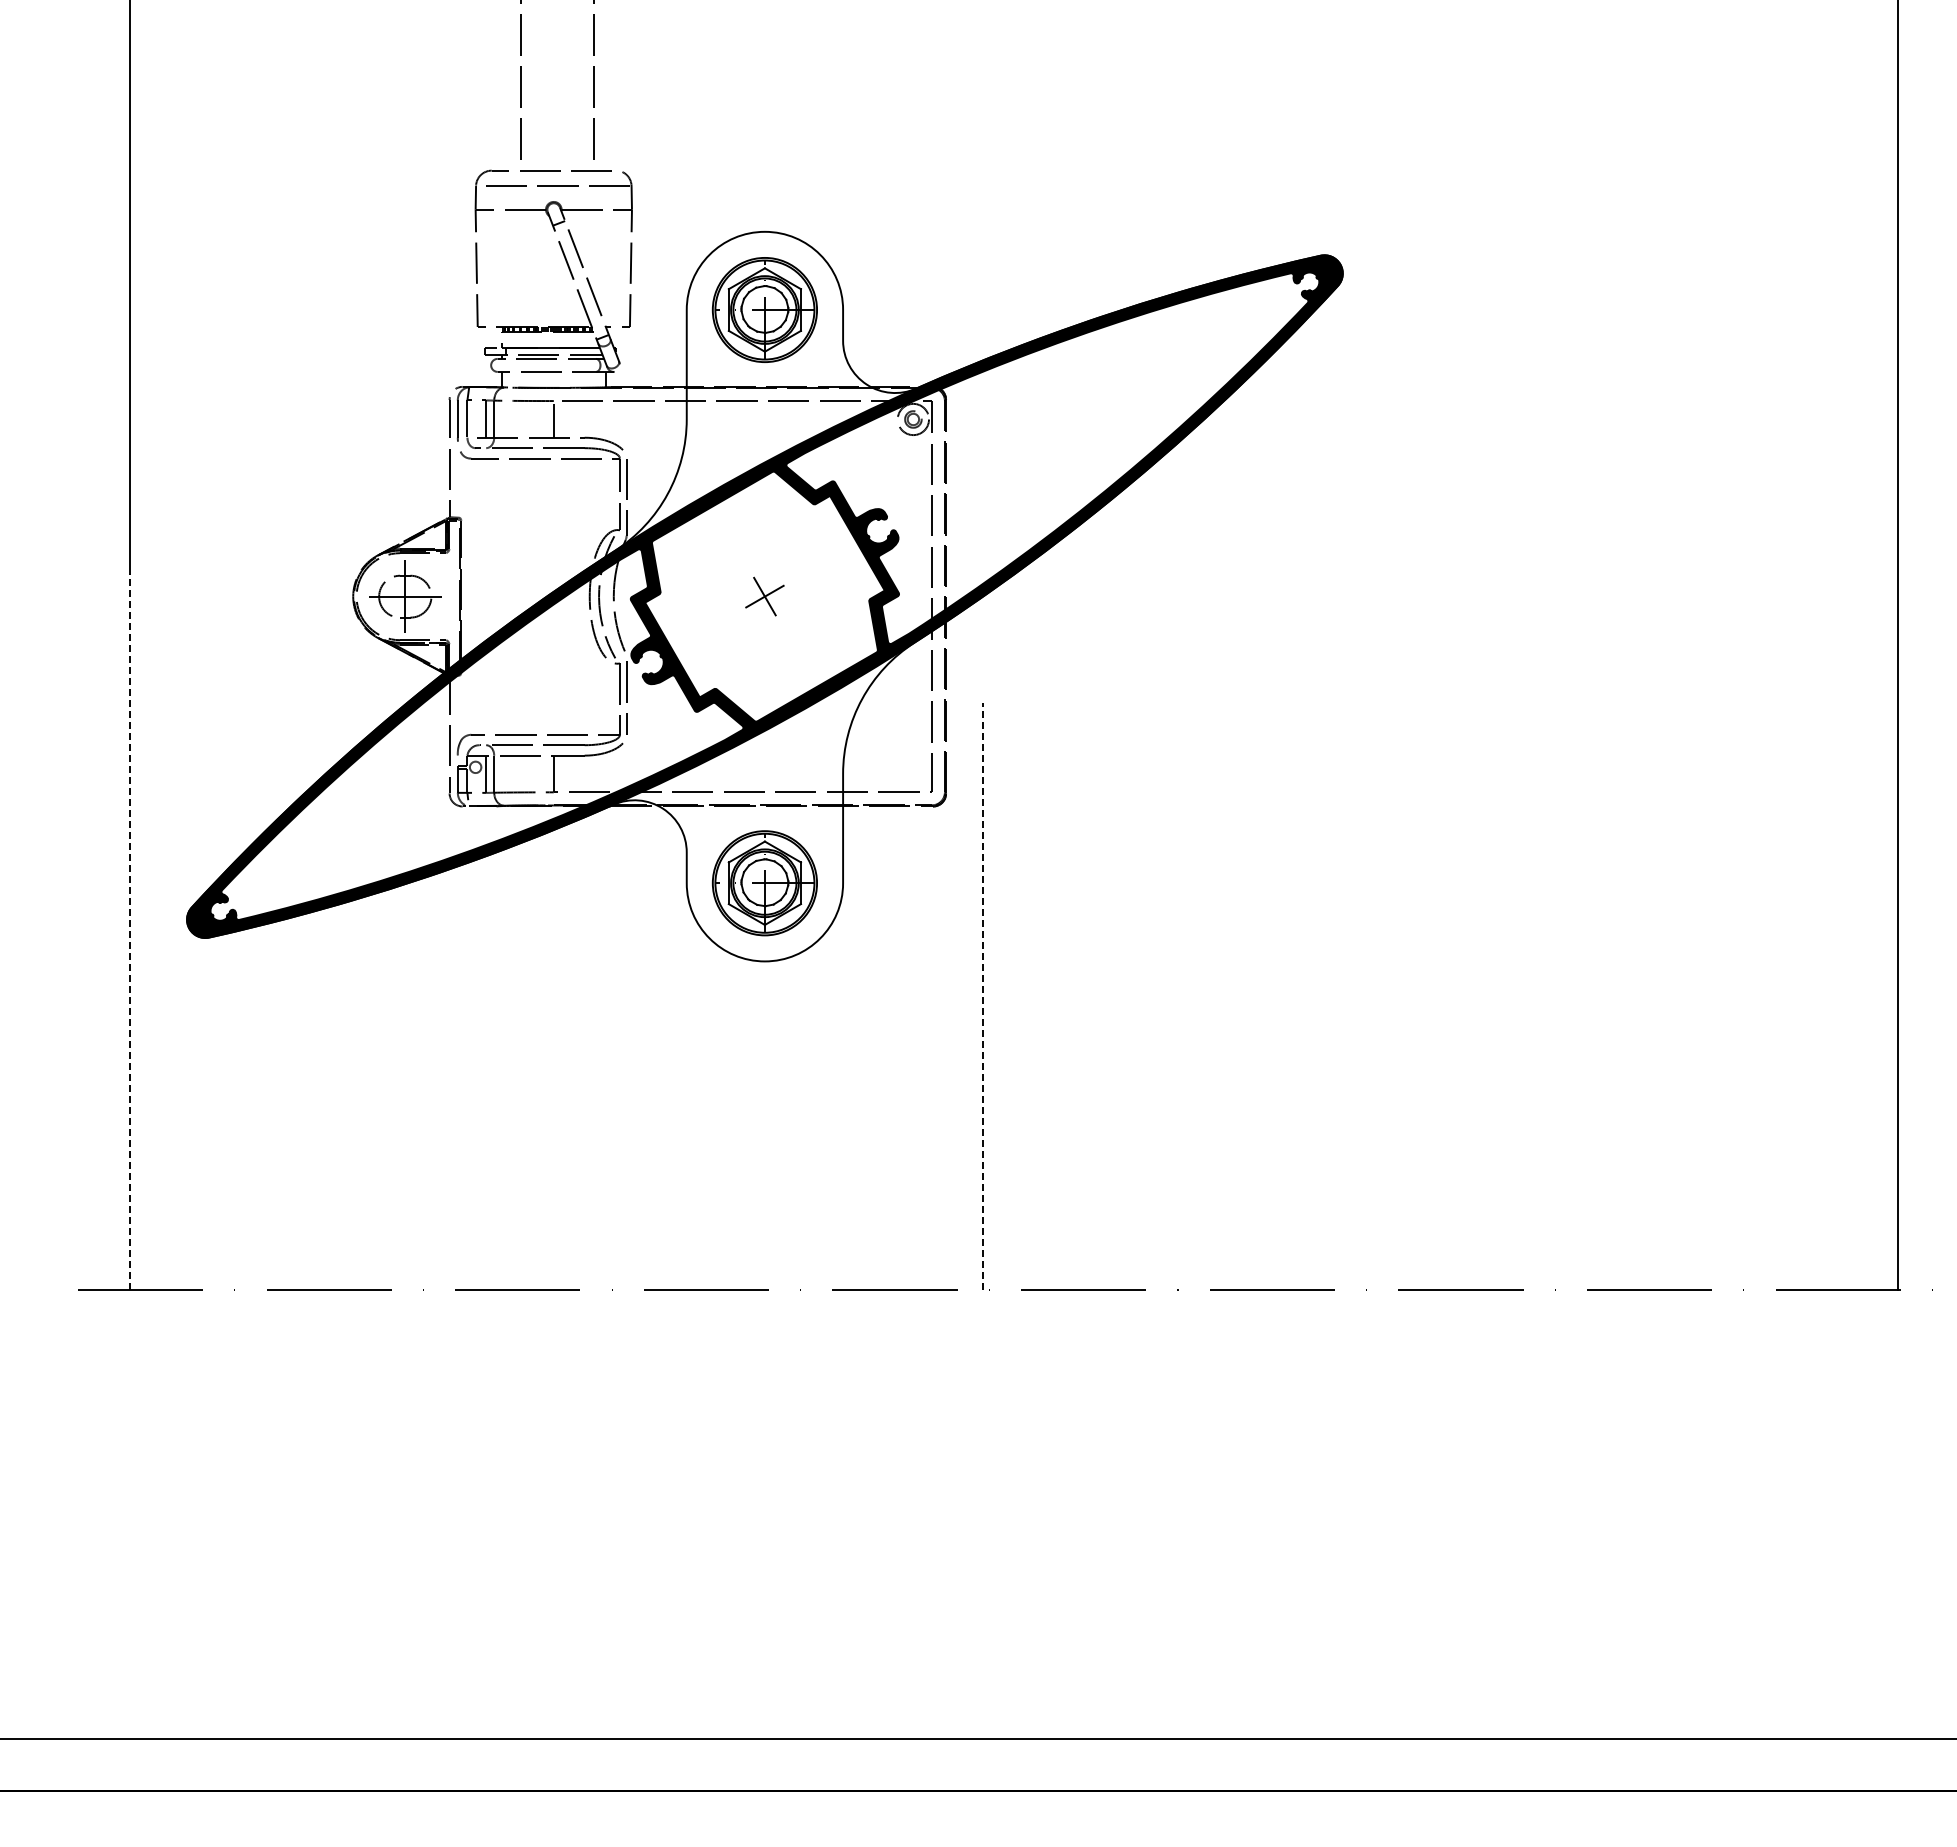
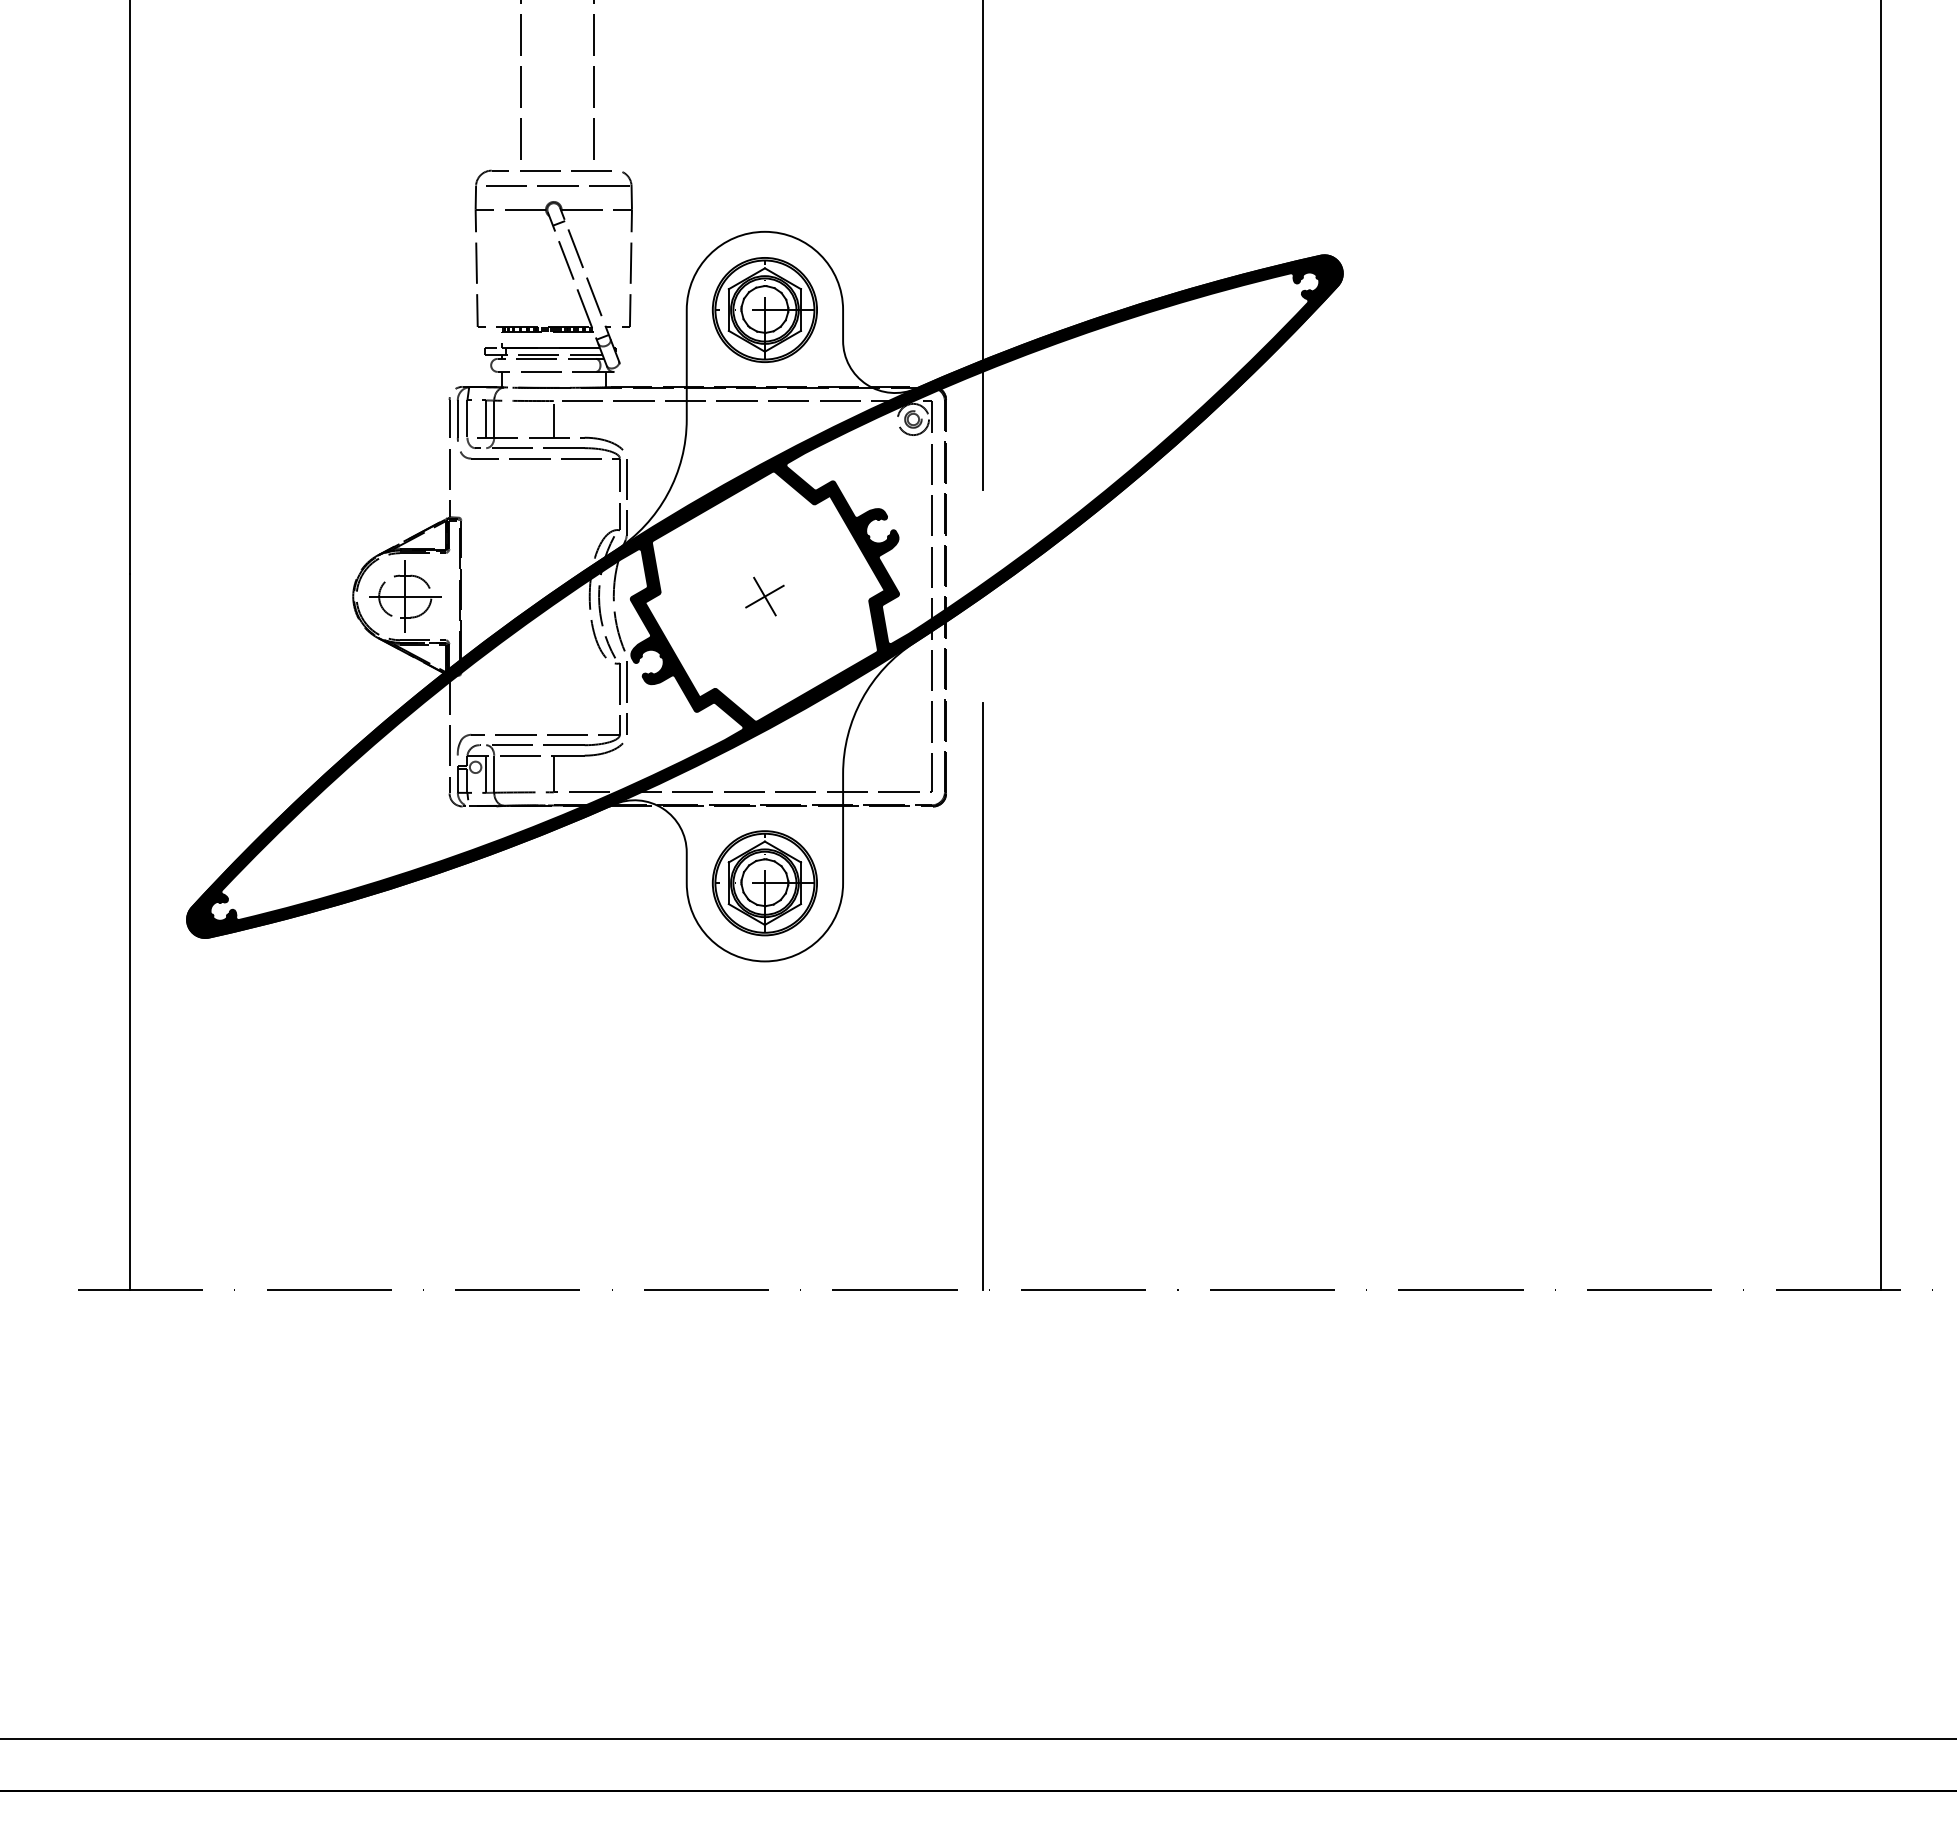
line at (983, 246): none -> present
line at (1897, 646) position: (1897, 646) -> (1880, 646)
line at (129, 931): dashed -> solid
line at (983, 996): dashed -> solid
